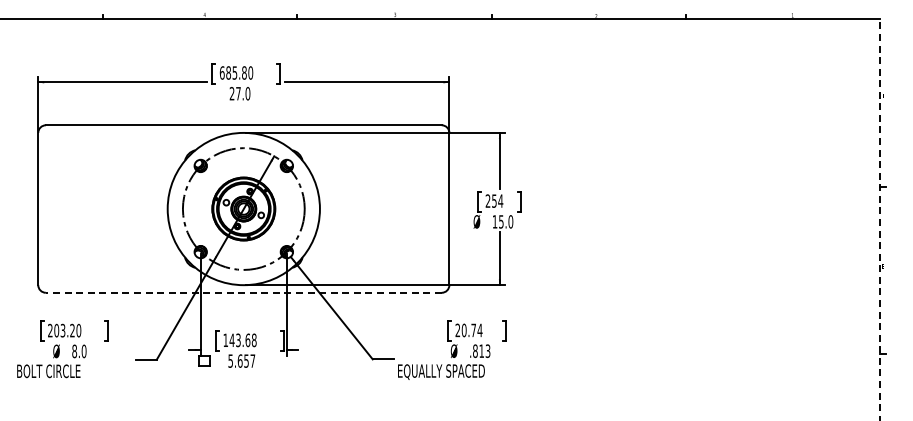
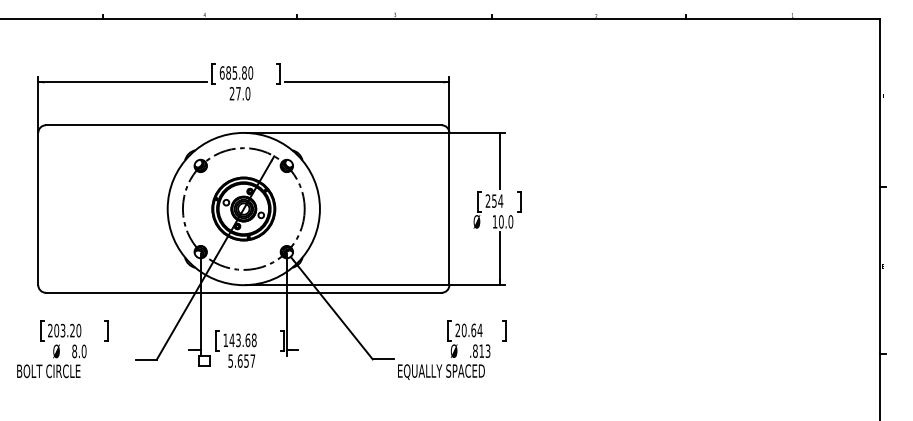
line at (879, 219): dashed -> solid
text at (501, 221): 15.0 -> 10.0
line at (243, 292): dashed -> solid
text at (473, 330): 20.74 -> 20.64
